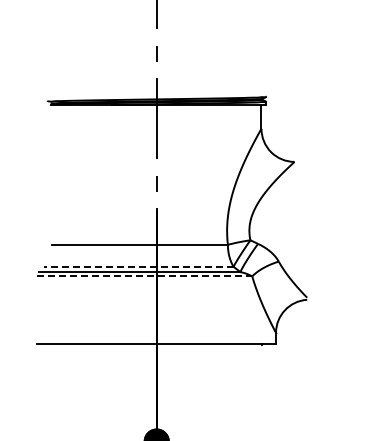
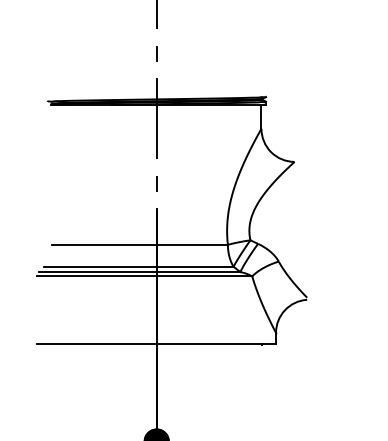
line at (138, 266): dashed -> solid
line at (145, 276): dashed -> solid
